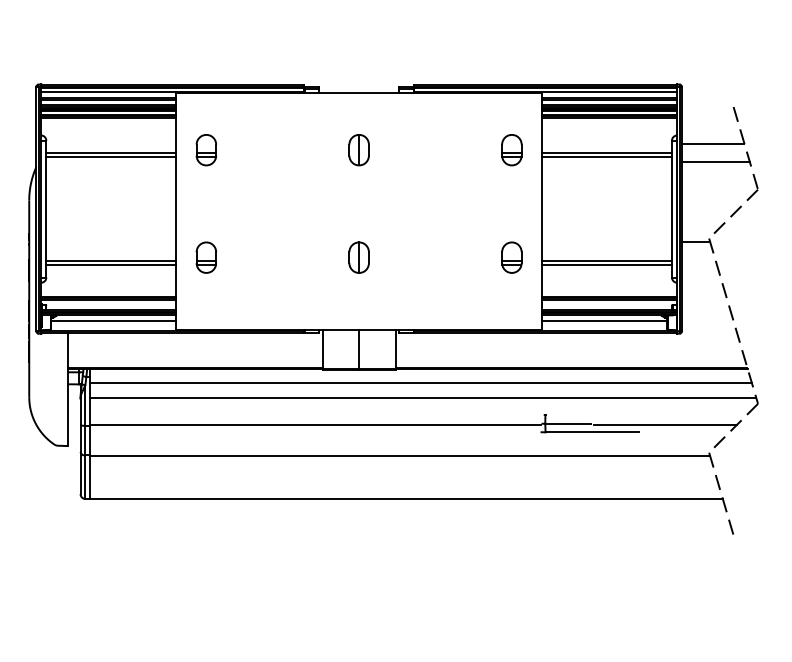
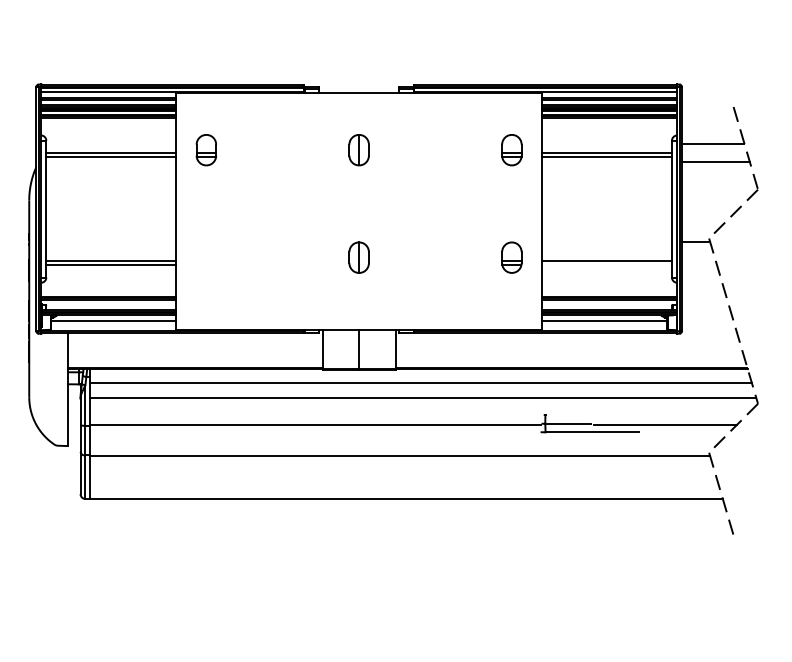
part at (206, 257): present -> none
line at (606, 265): present -> none
